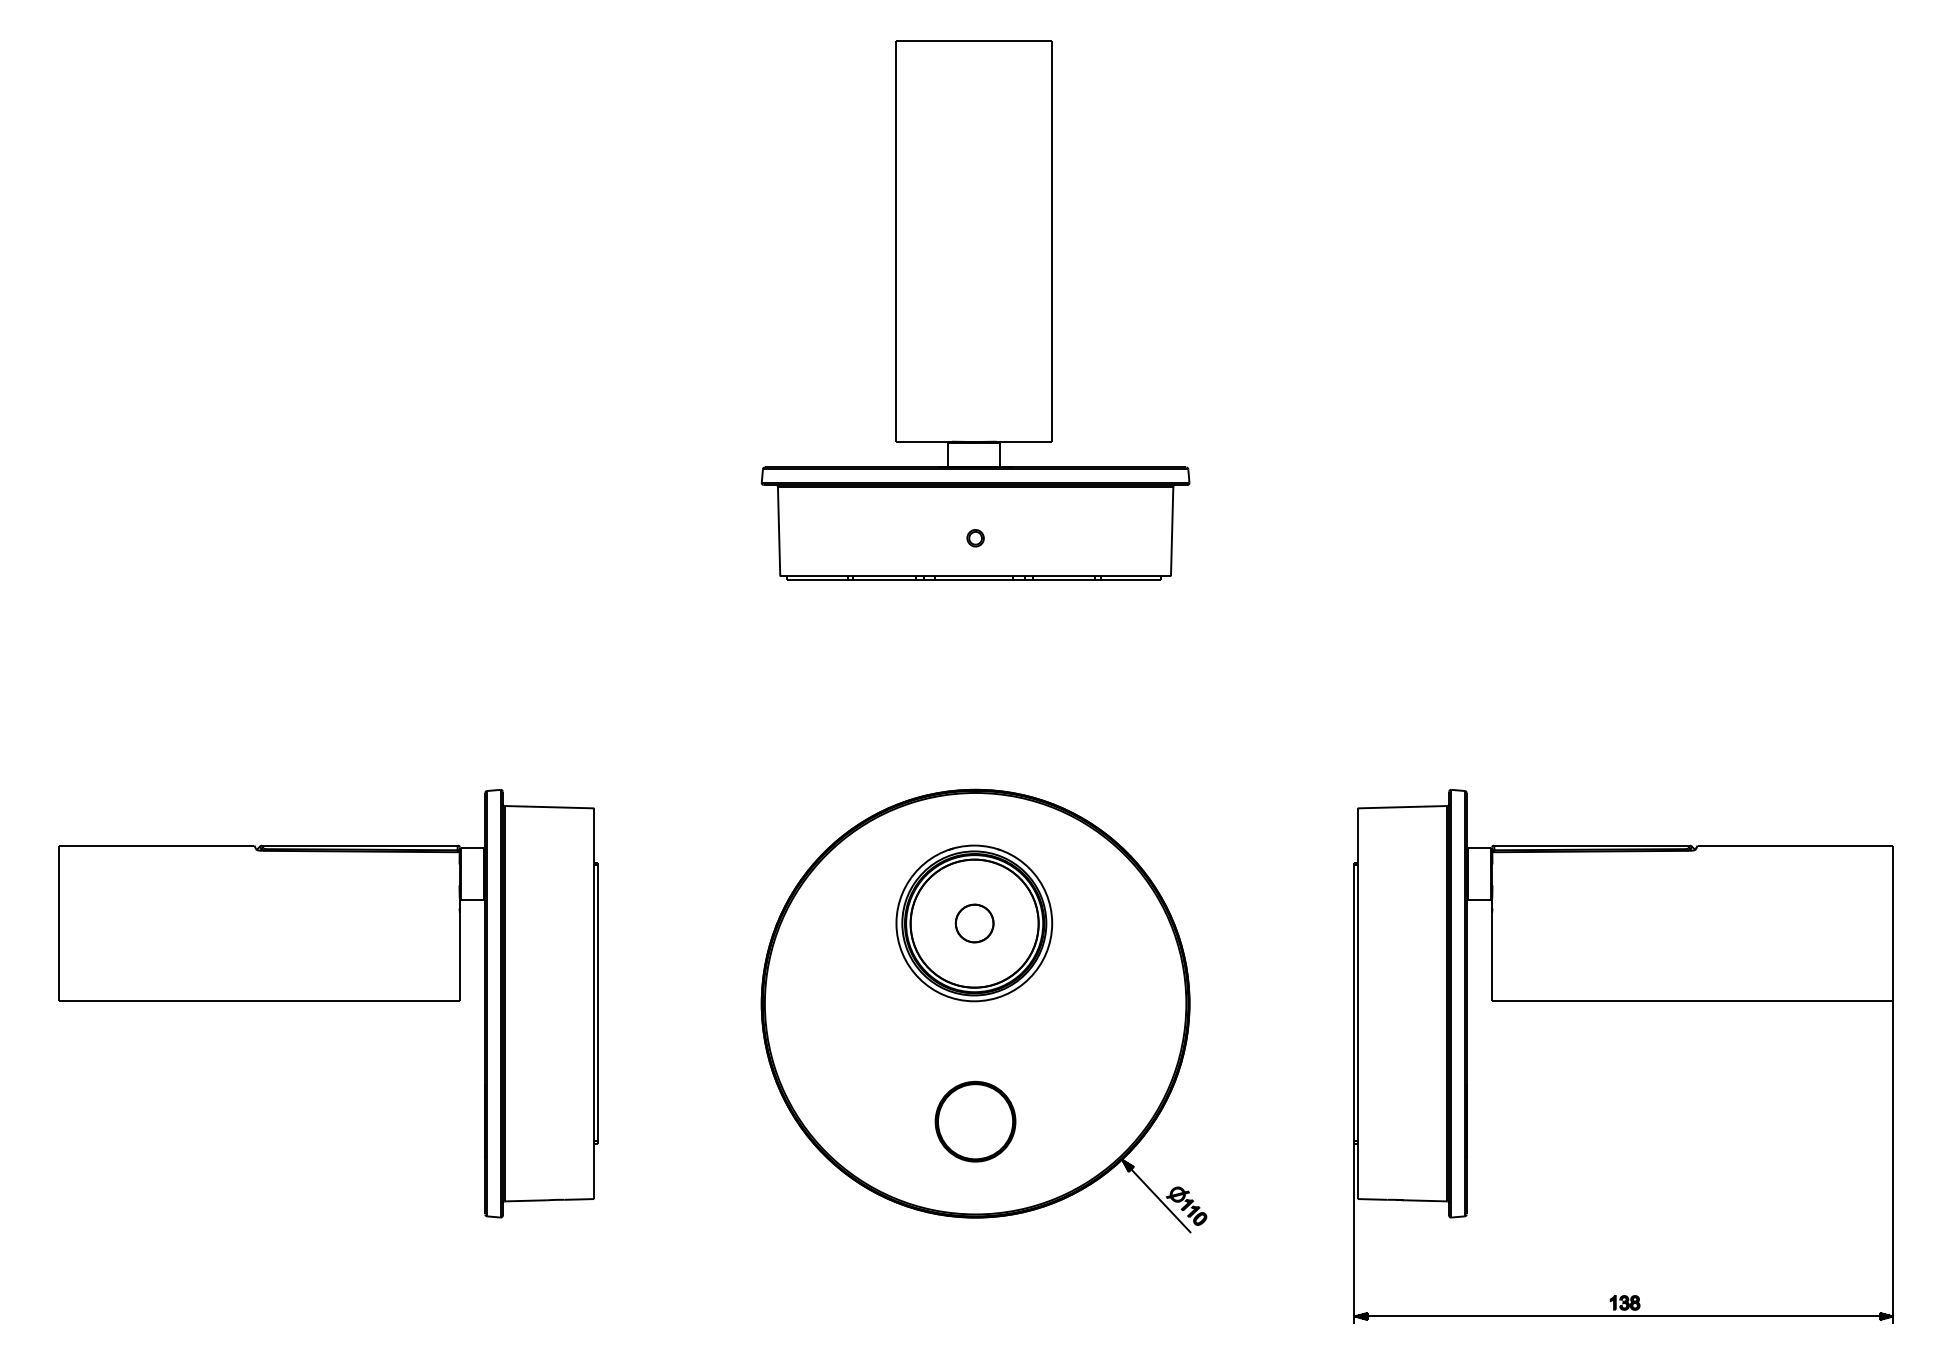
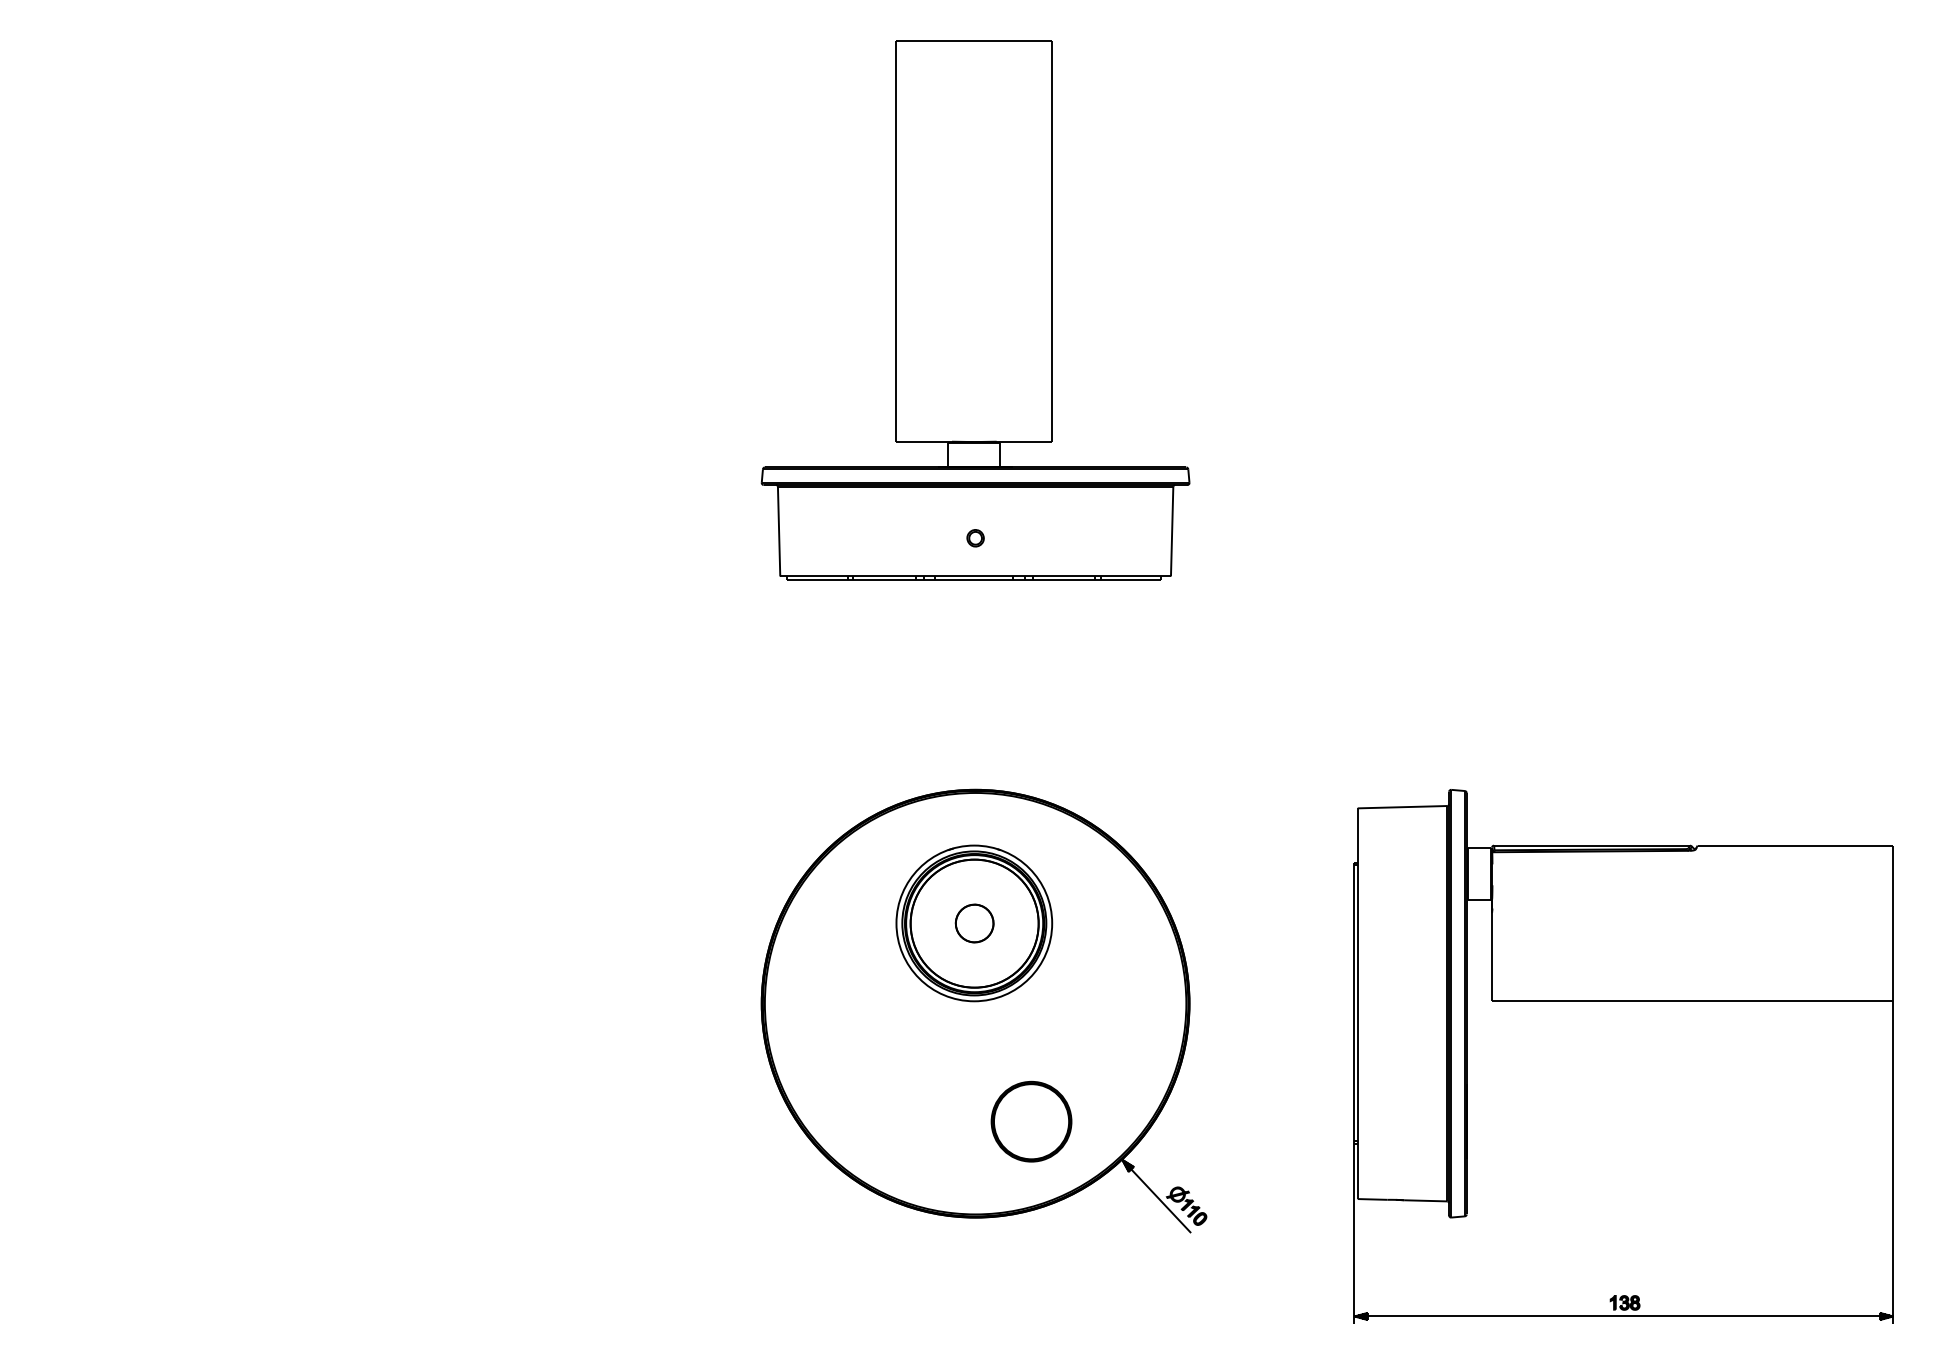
part at (328, 1003): present -> none
part at (975, 1121) position: (975, 1121) -> (1031, 1121)
